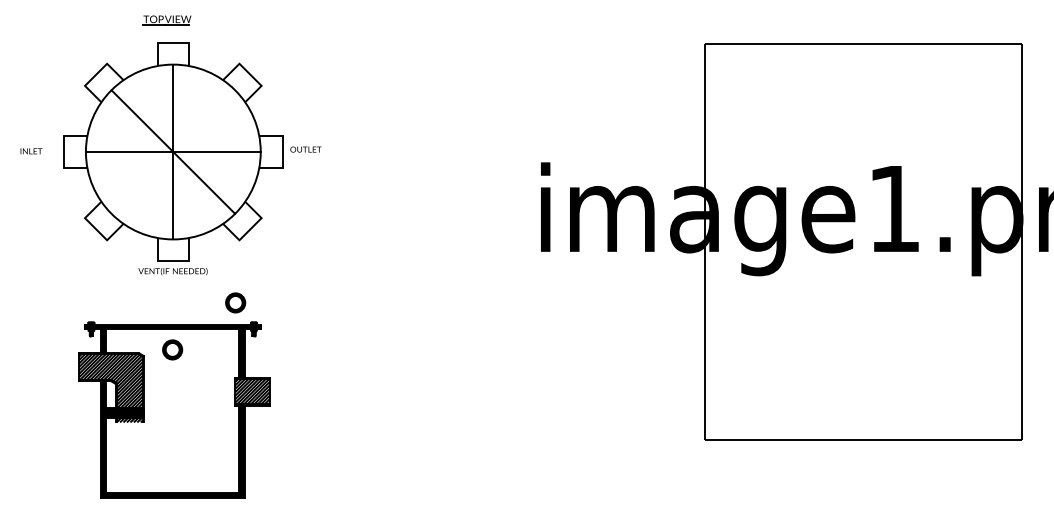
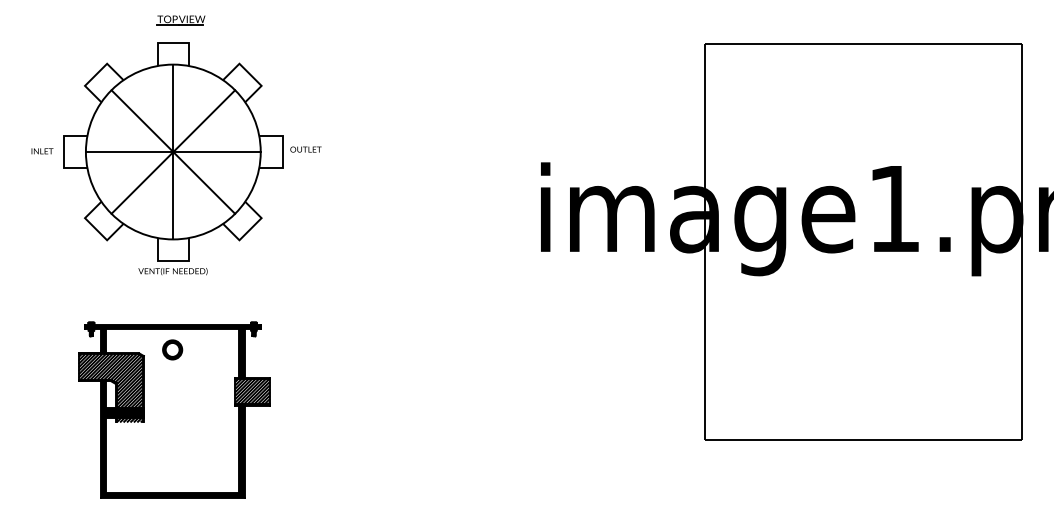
part at (166, 20) position: (166, 20) -> (180, 20)
text at (31, 151) position: (31, 151) -> (42, 151)
line at (173, 151): none -> present
part at (235, 302): present -> none
